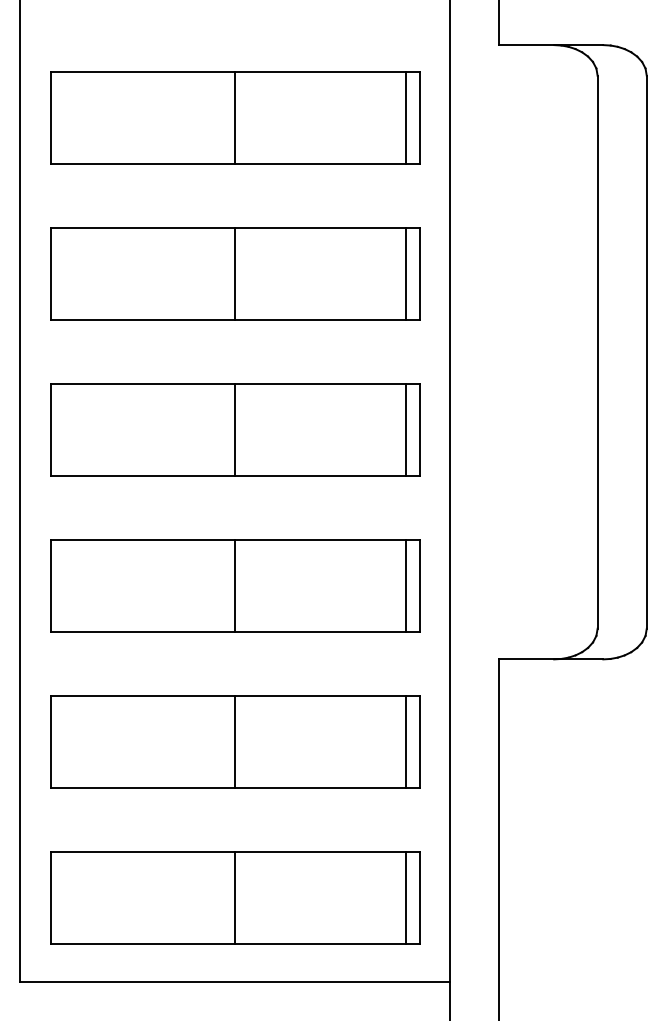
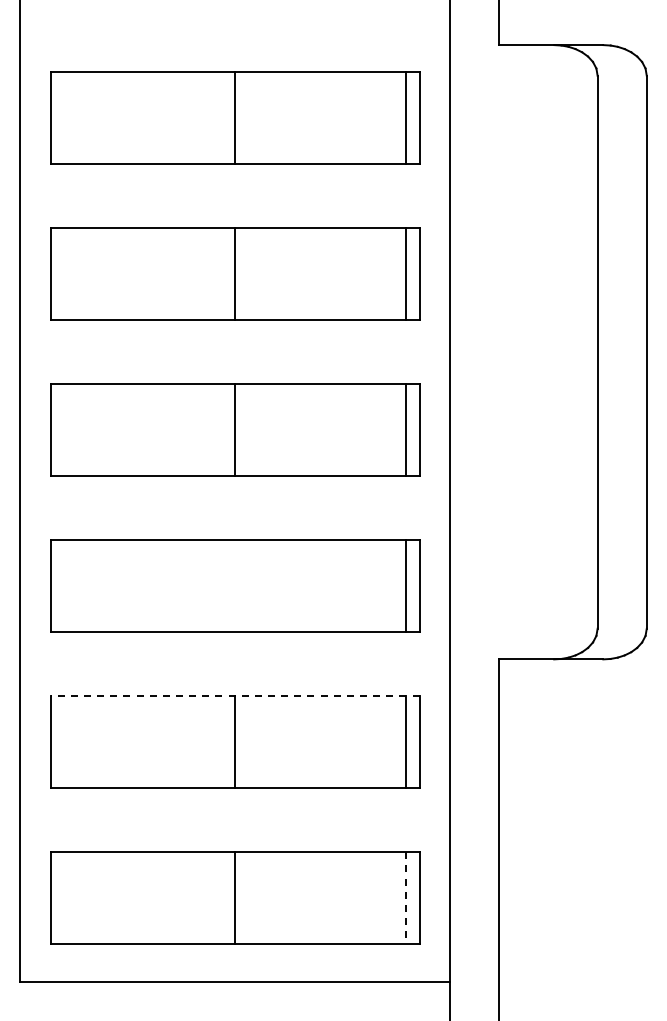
line at (235, 586): present -> none
line at (234, 696): solid -> dashed
line at (405, 898): solid -> dashed
